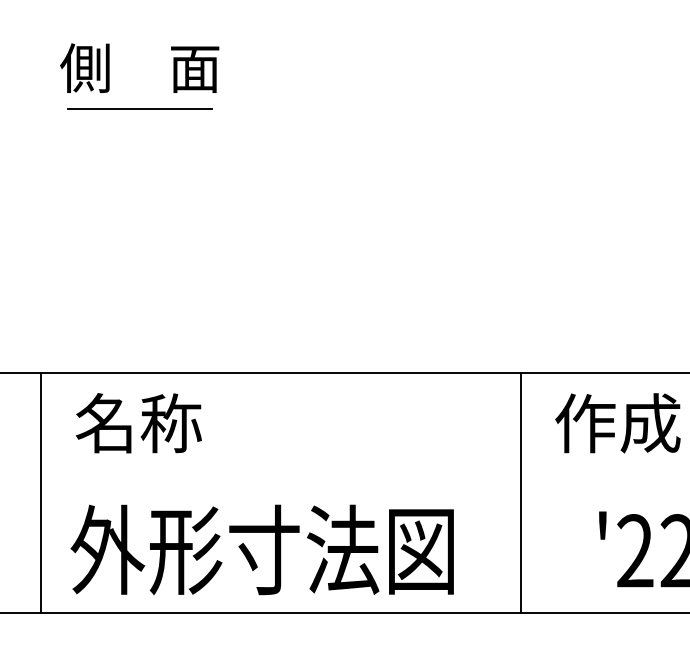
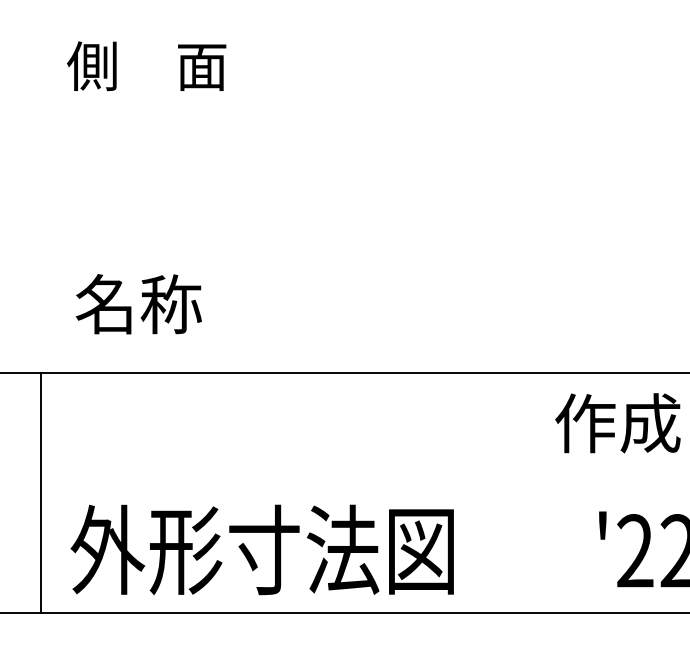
text at (139, 67) position: (139, 67) -> (146, 65)
line at (139, 108): present -> none
text at (138, 423) position: (138, 423) -> (138, 304)
line at (520, 492): present -> none
